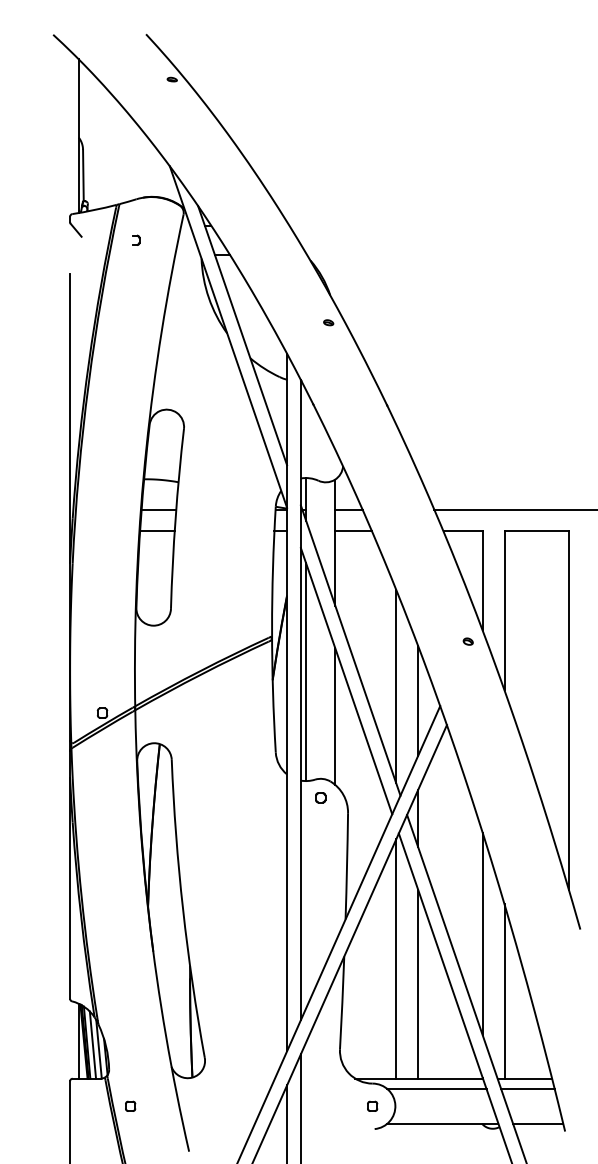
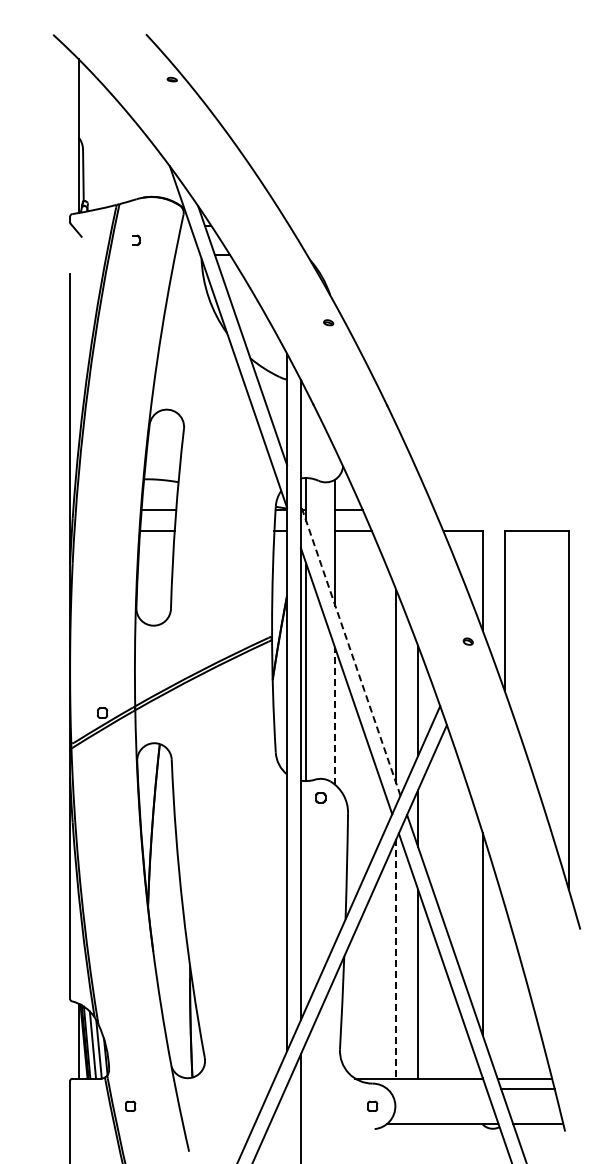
line at (514, 509): present -> none
line at (350, 650): solid -> dashed
line at (335, 716): solid -> dashed
line at (396, 959): solid -> dashed
line at (504, 991): present -> none
line at (436, 1089): present -> none
line at (287, 1122): present -> none
